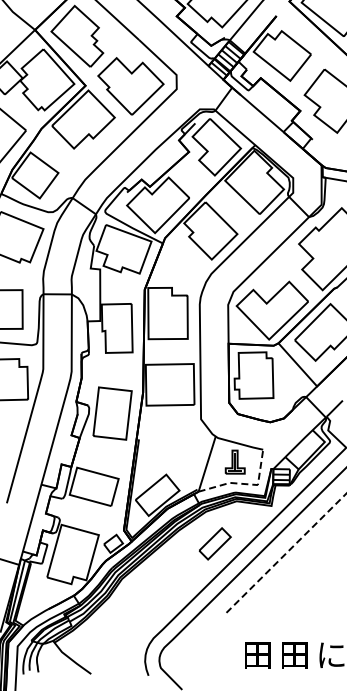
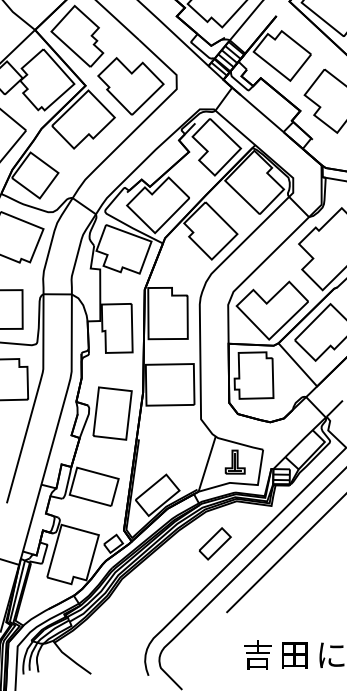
line at (245, 484): dashed -> solid
line at (286, 553): dashed -> solid
text at (257, 654): 田 -> 吉
